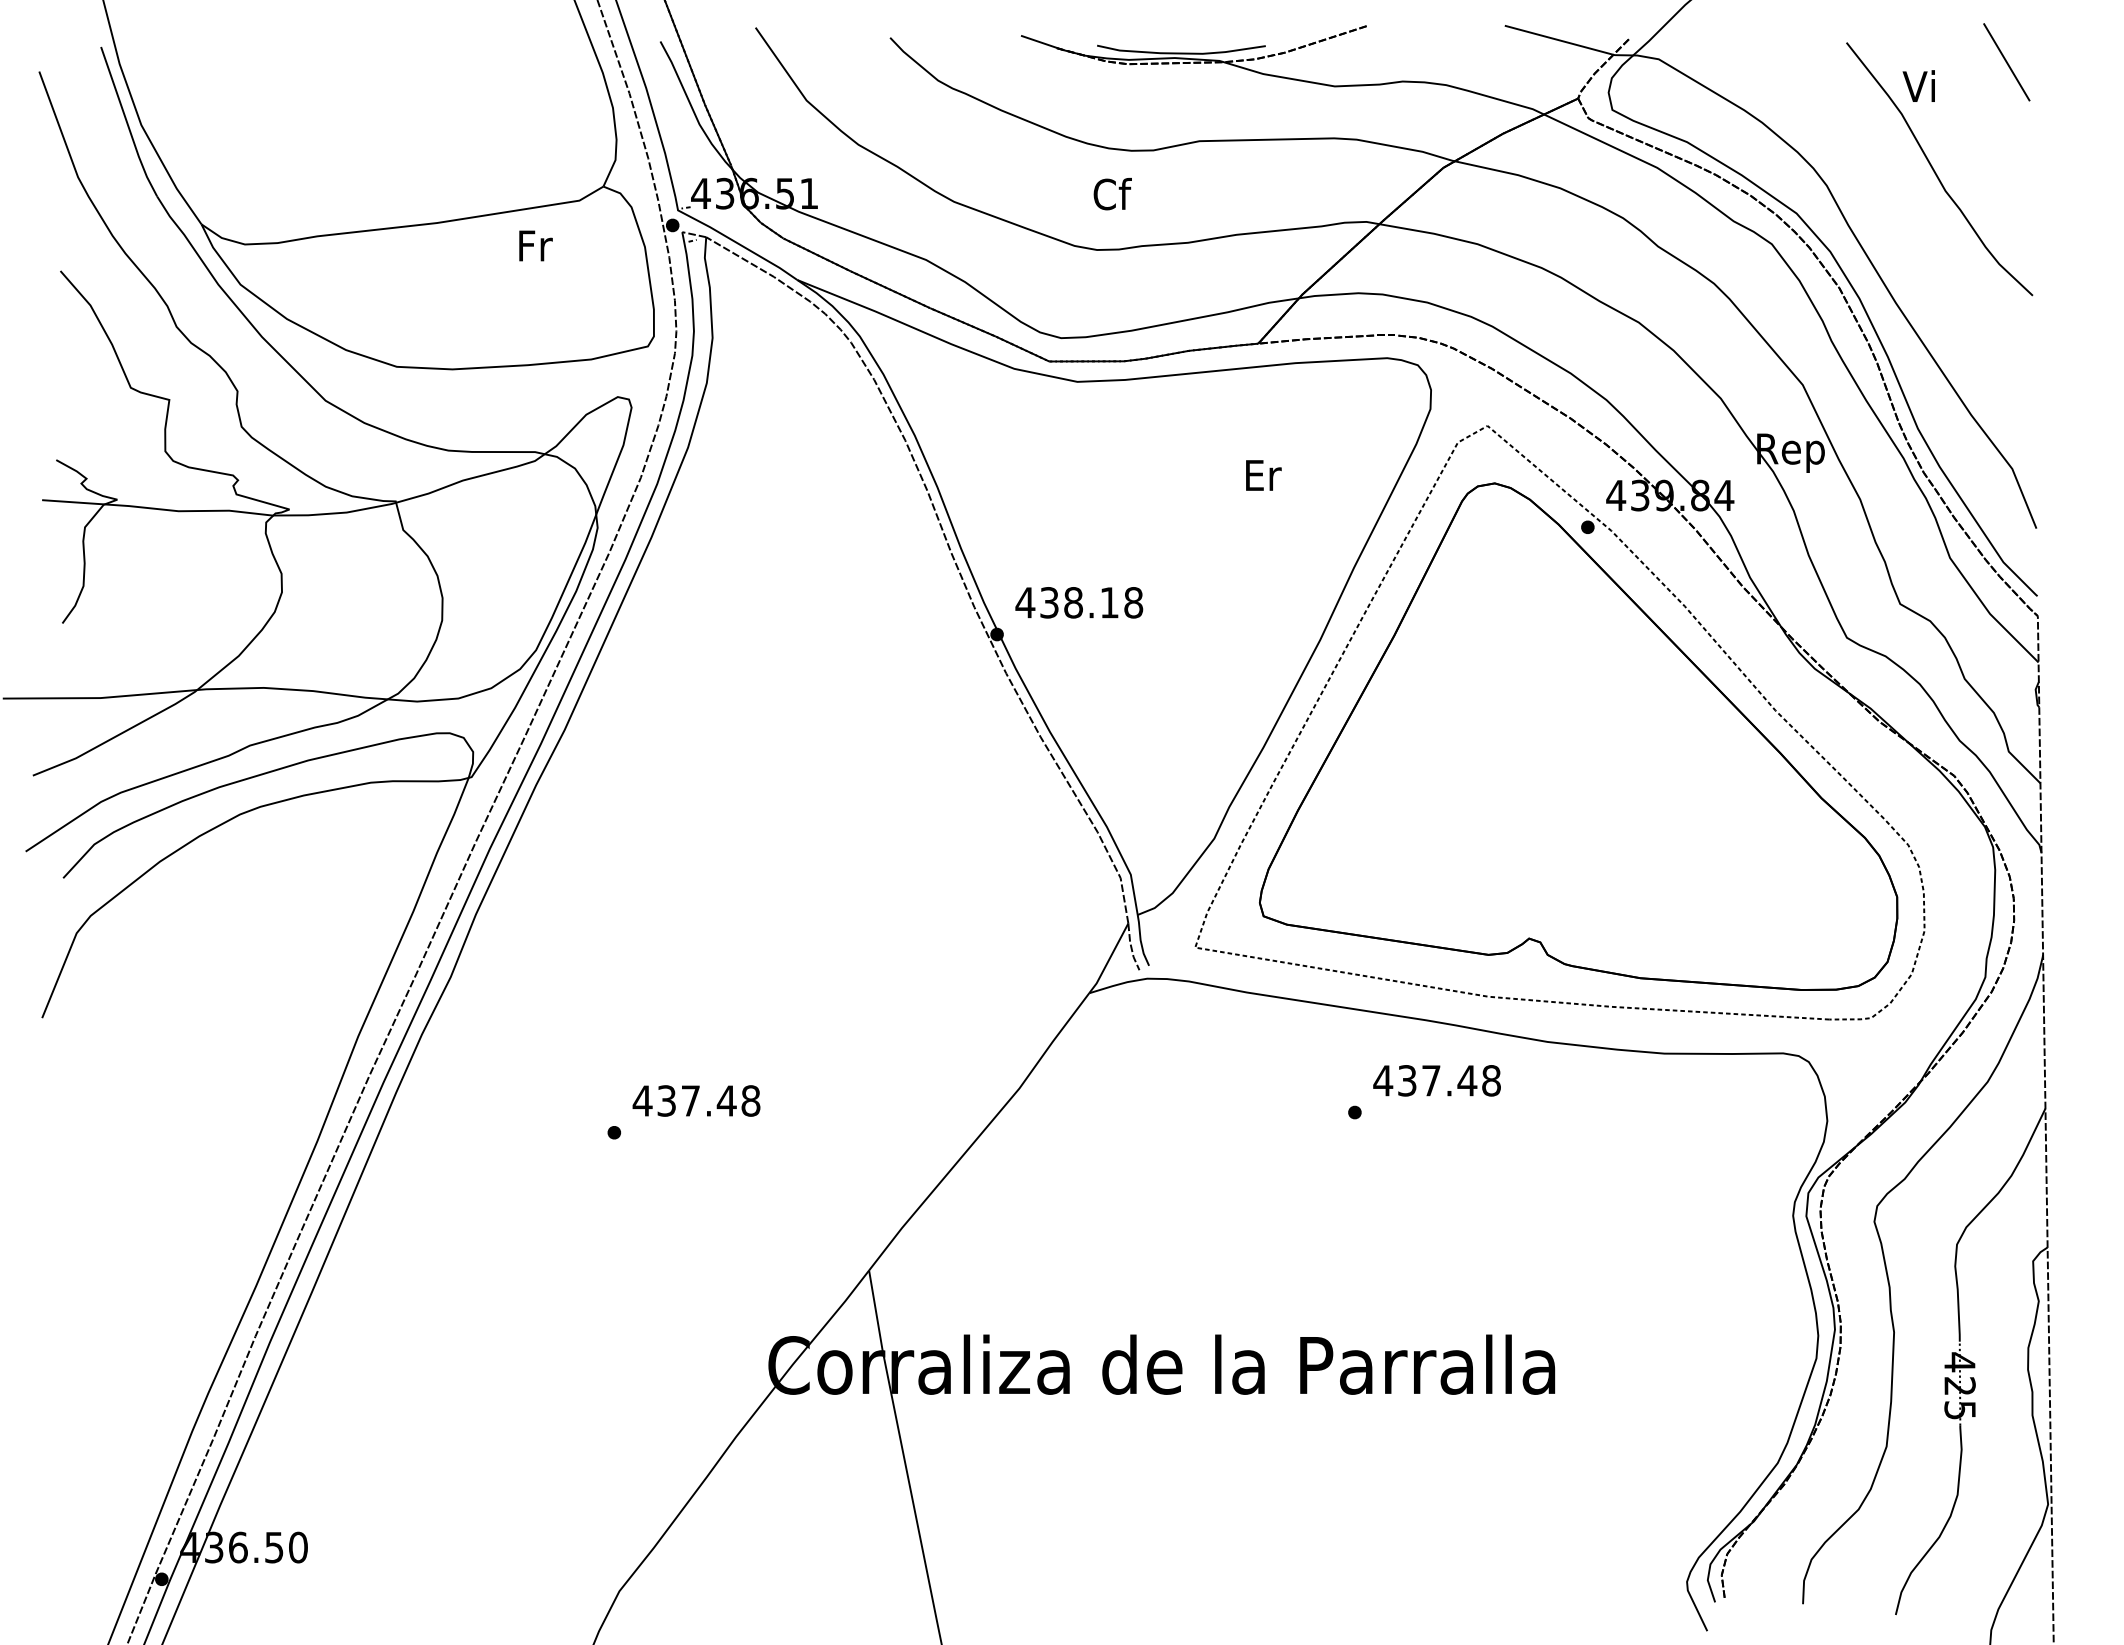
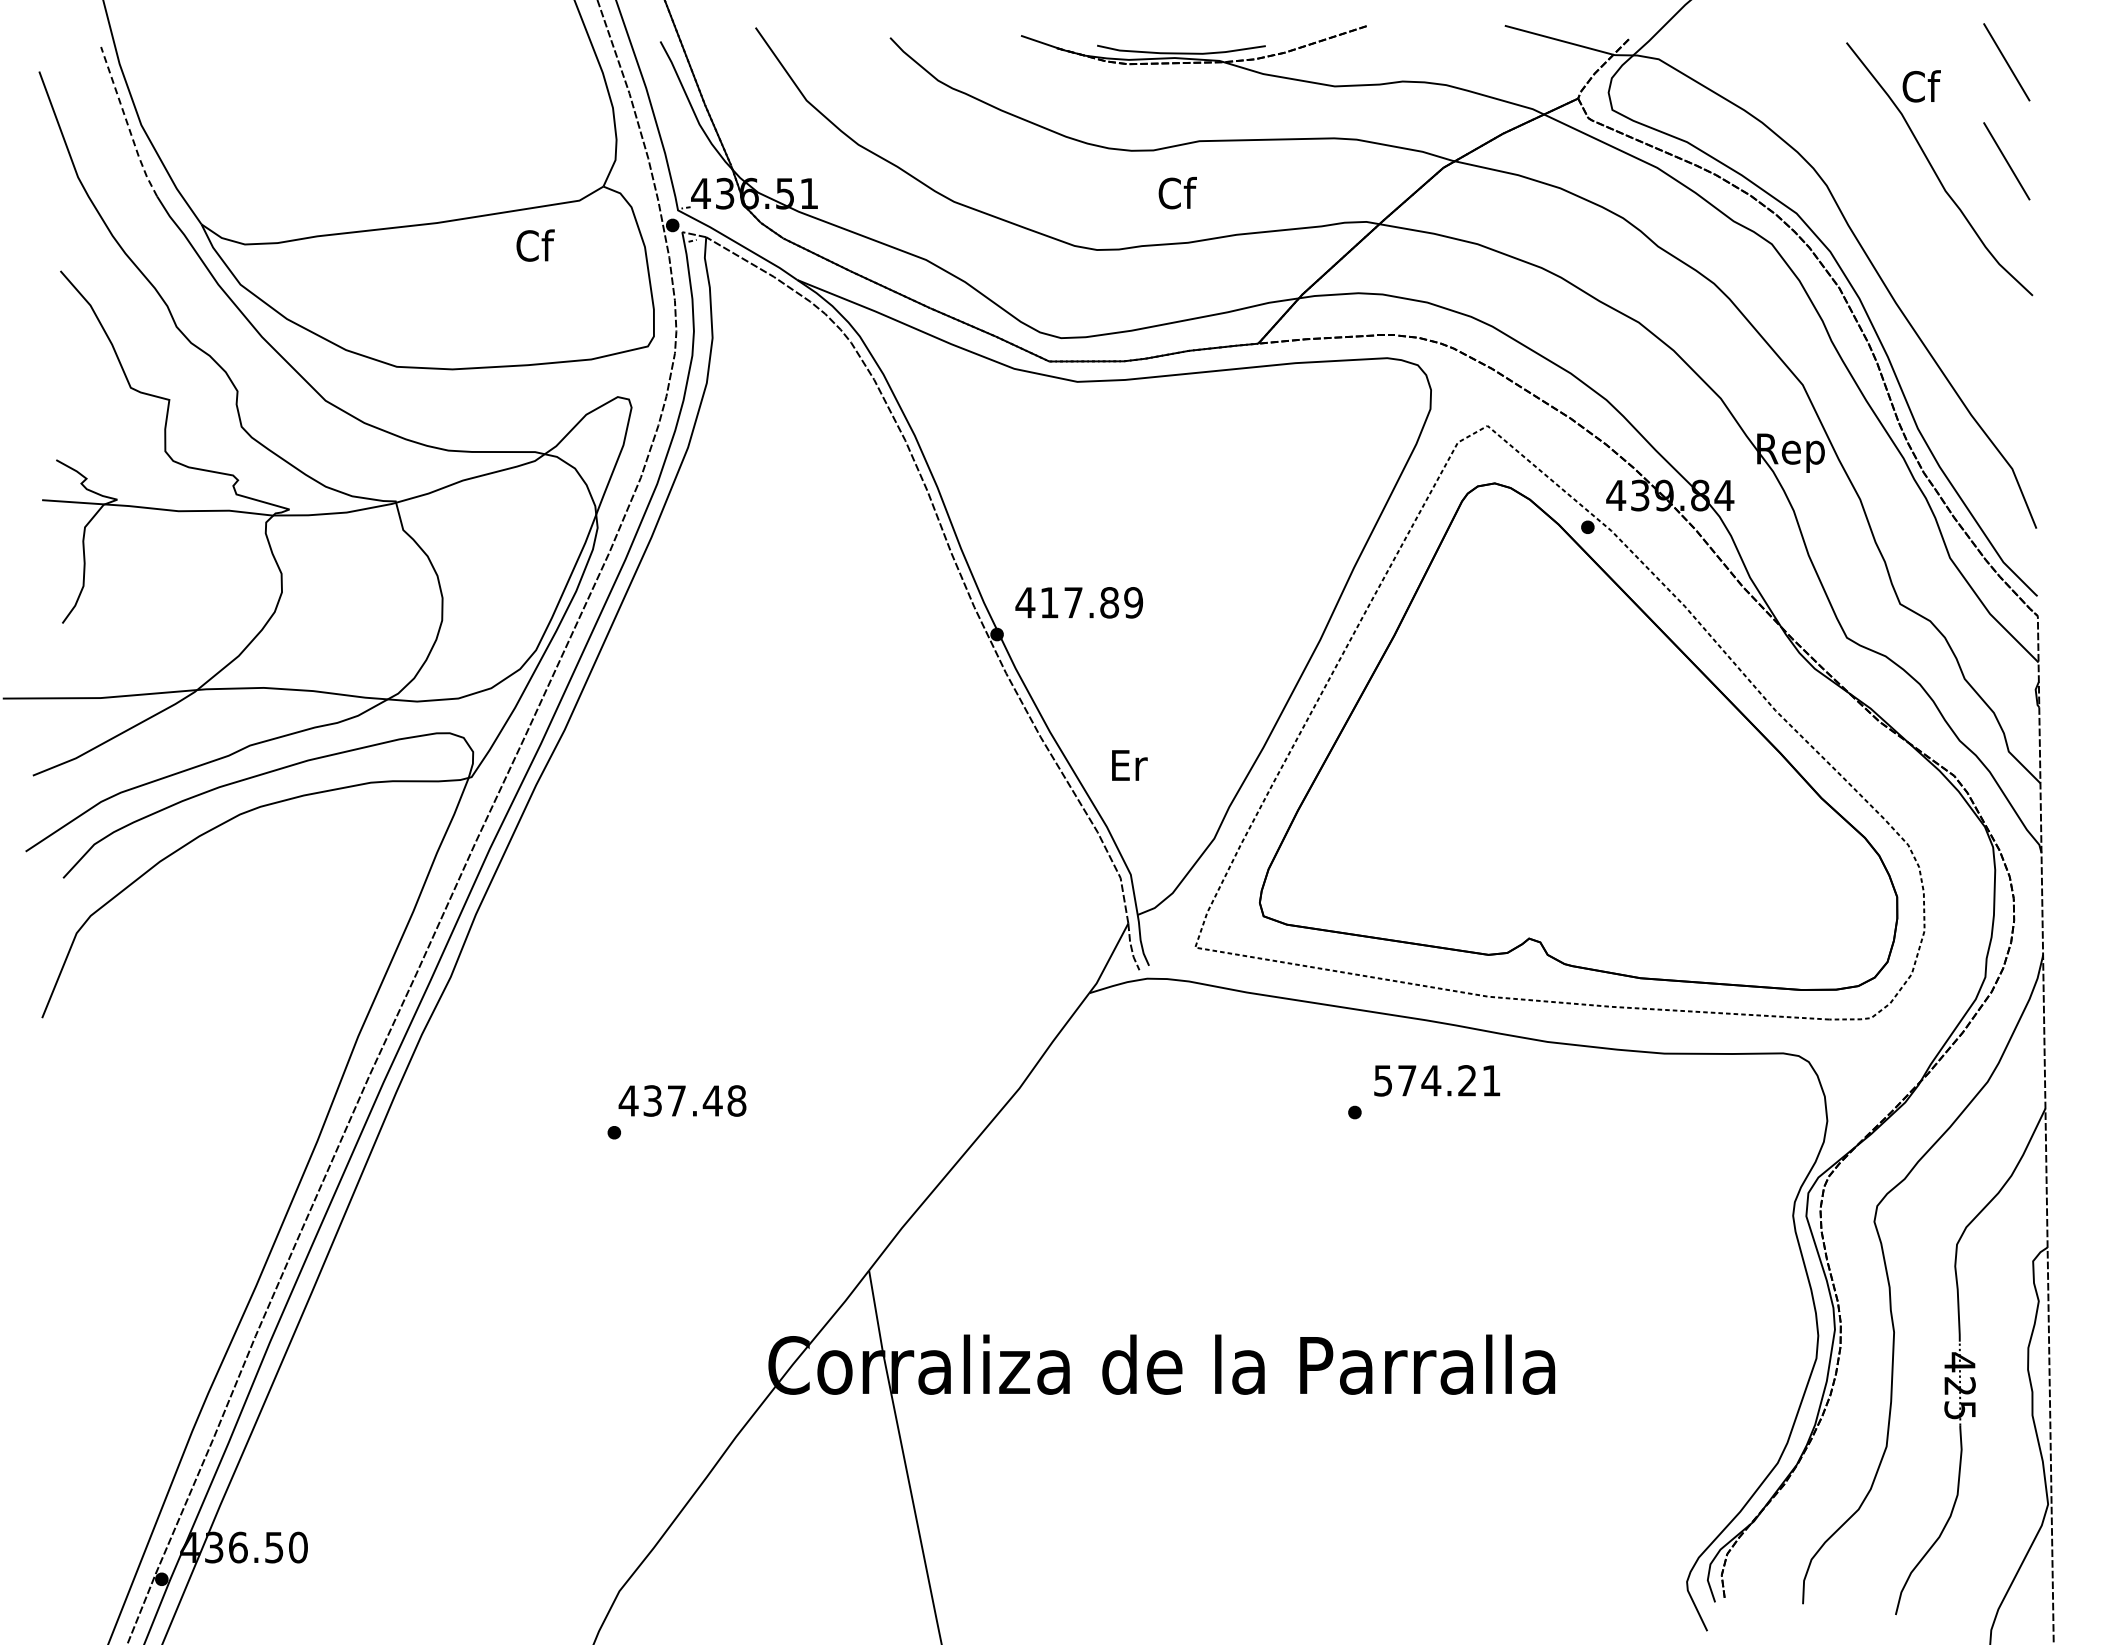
text at (1921, 86): Vi -> Cf
line at (127, 123): solid -> dashed
line at (2006, 161): none -> present
text at (1112, 194) position: (1112, 194) -> (1177, 193)
text at (535, 245): Fr -> Cf
text at (1263, 475) position: (1263, 475) -> (1129, 765)
text at (1091, 602): 438.18 -> 417.89
text at (1436, 1080): 437.48 -> 574.21
text at (696, 1100) position: (696, 1100) -> (682, 1100)
